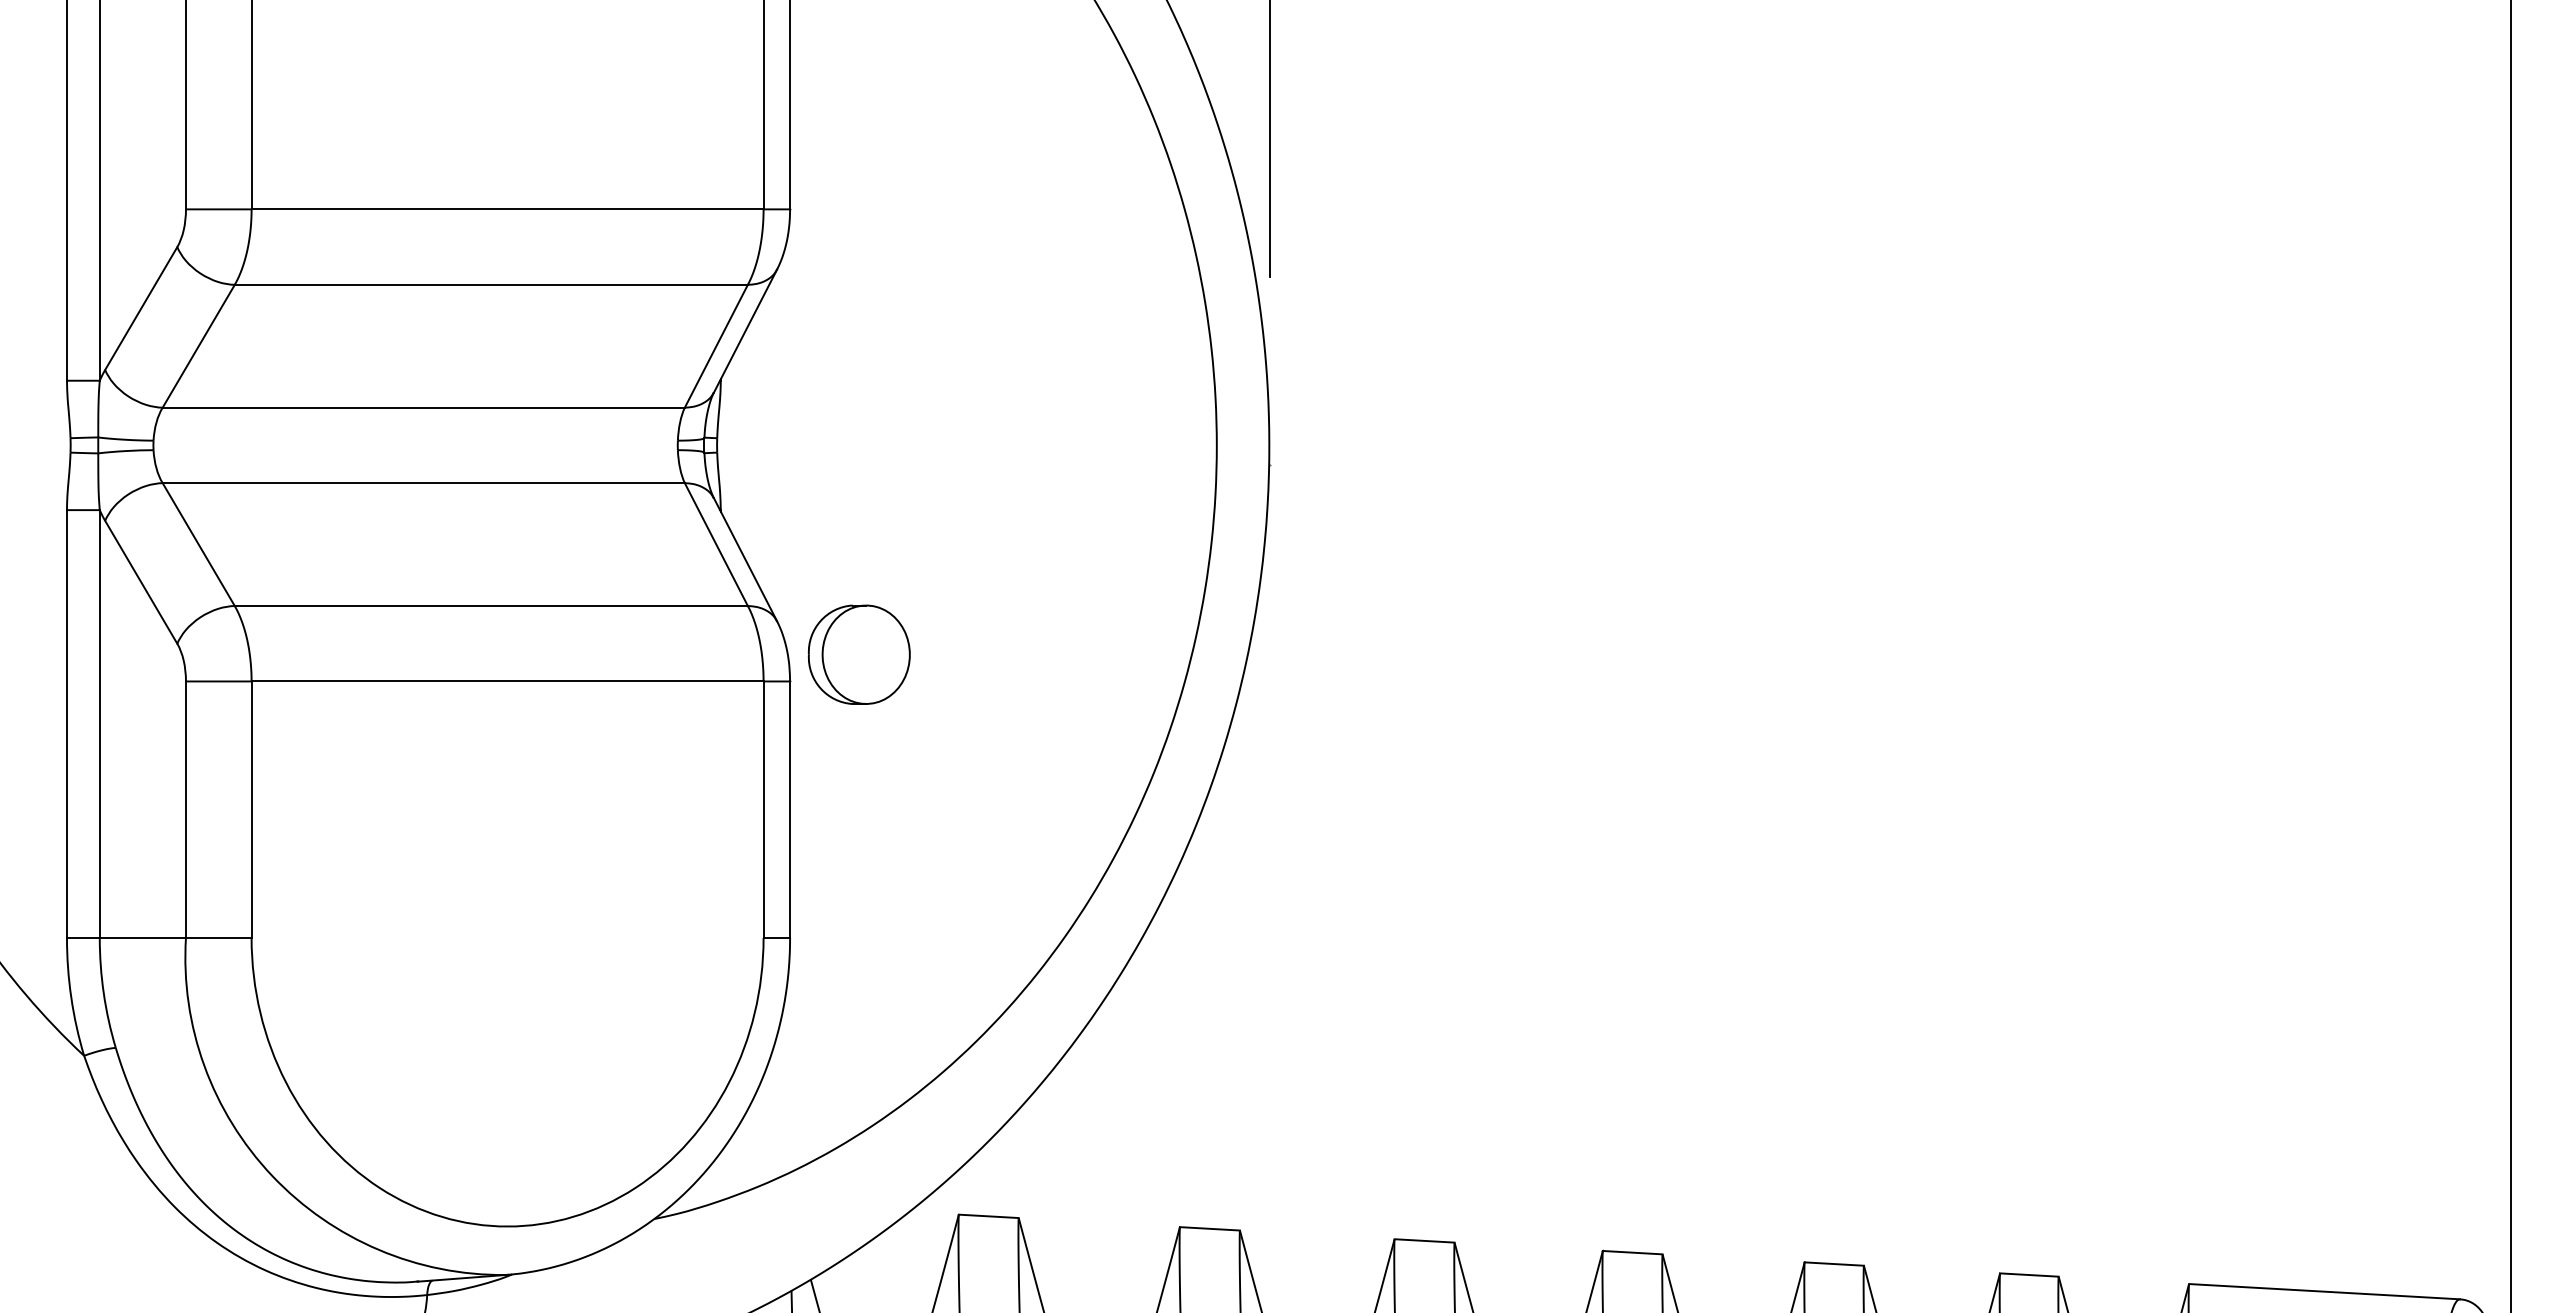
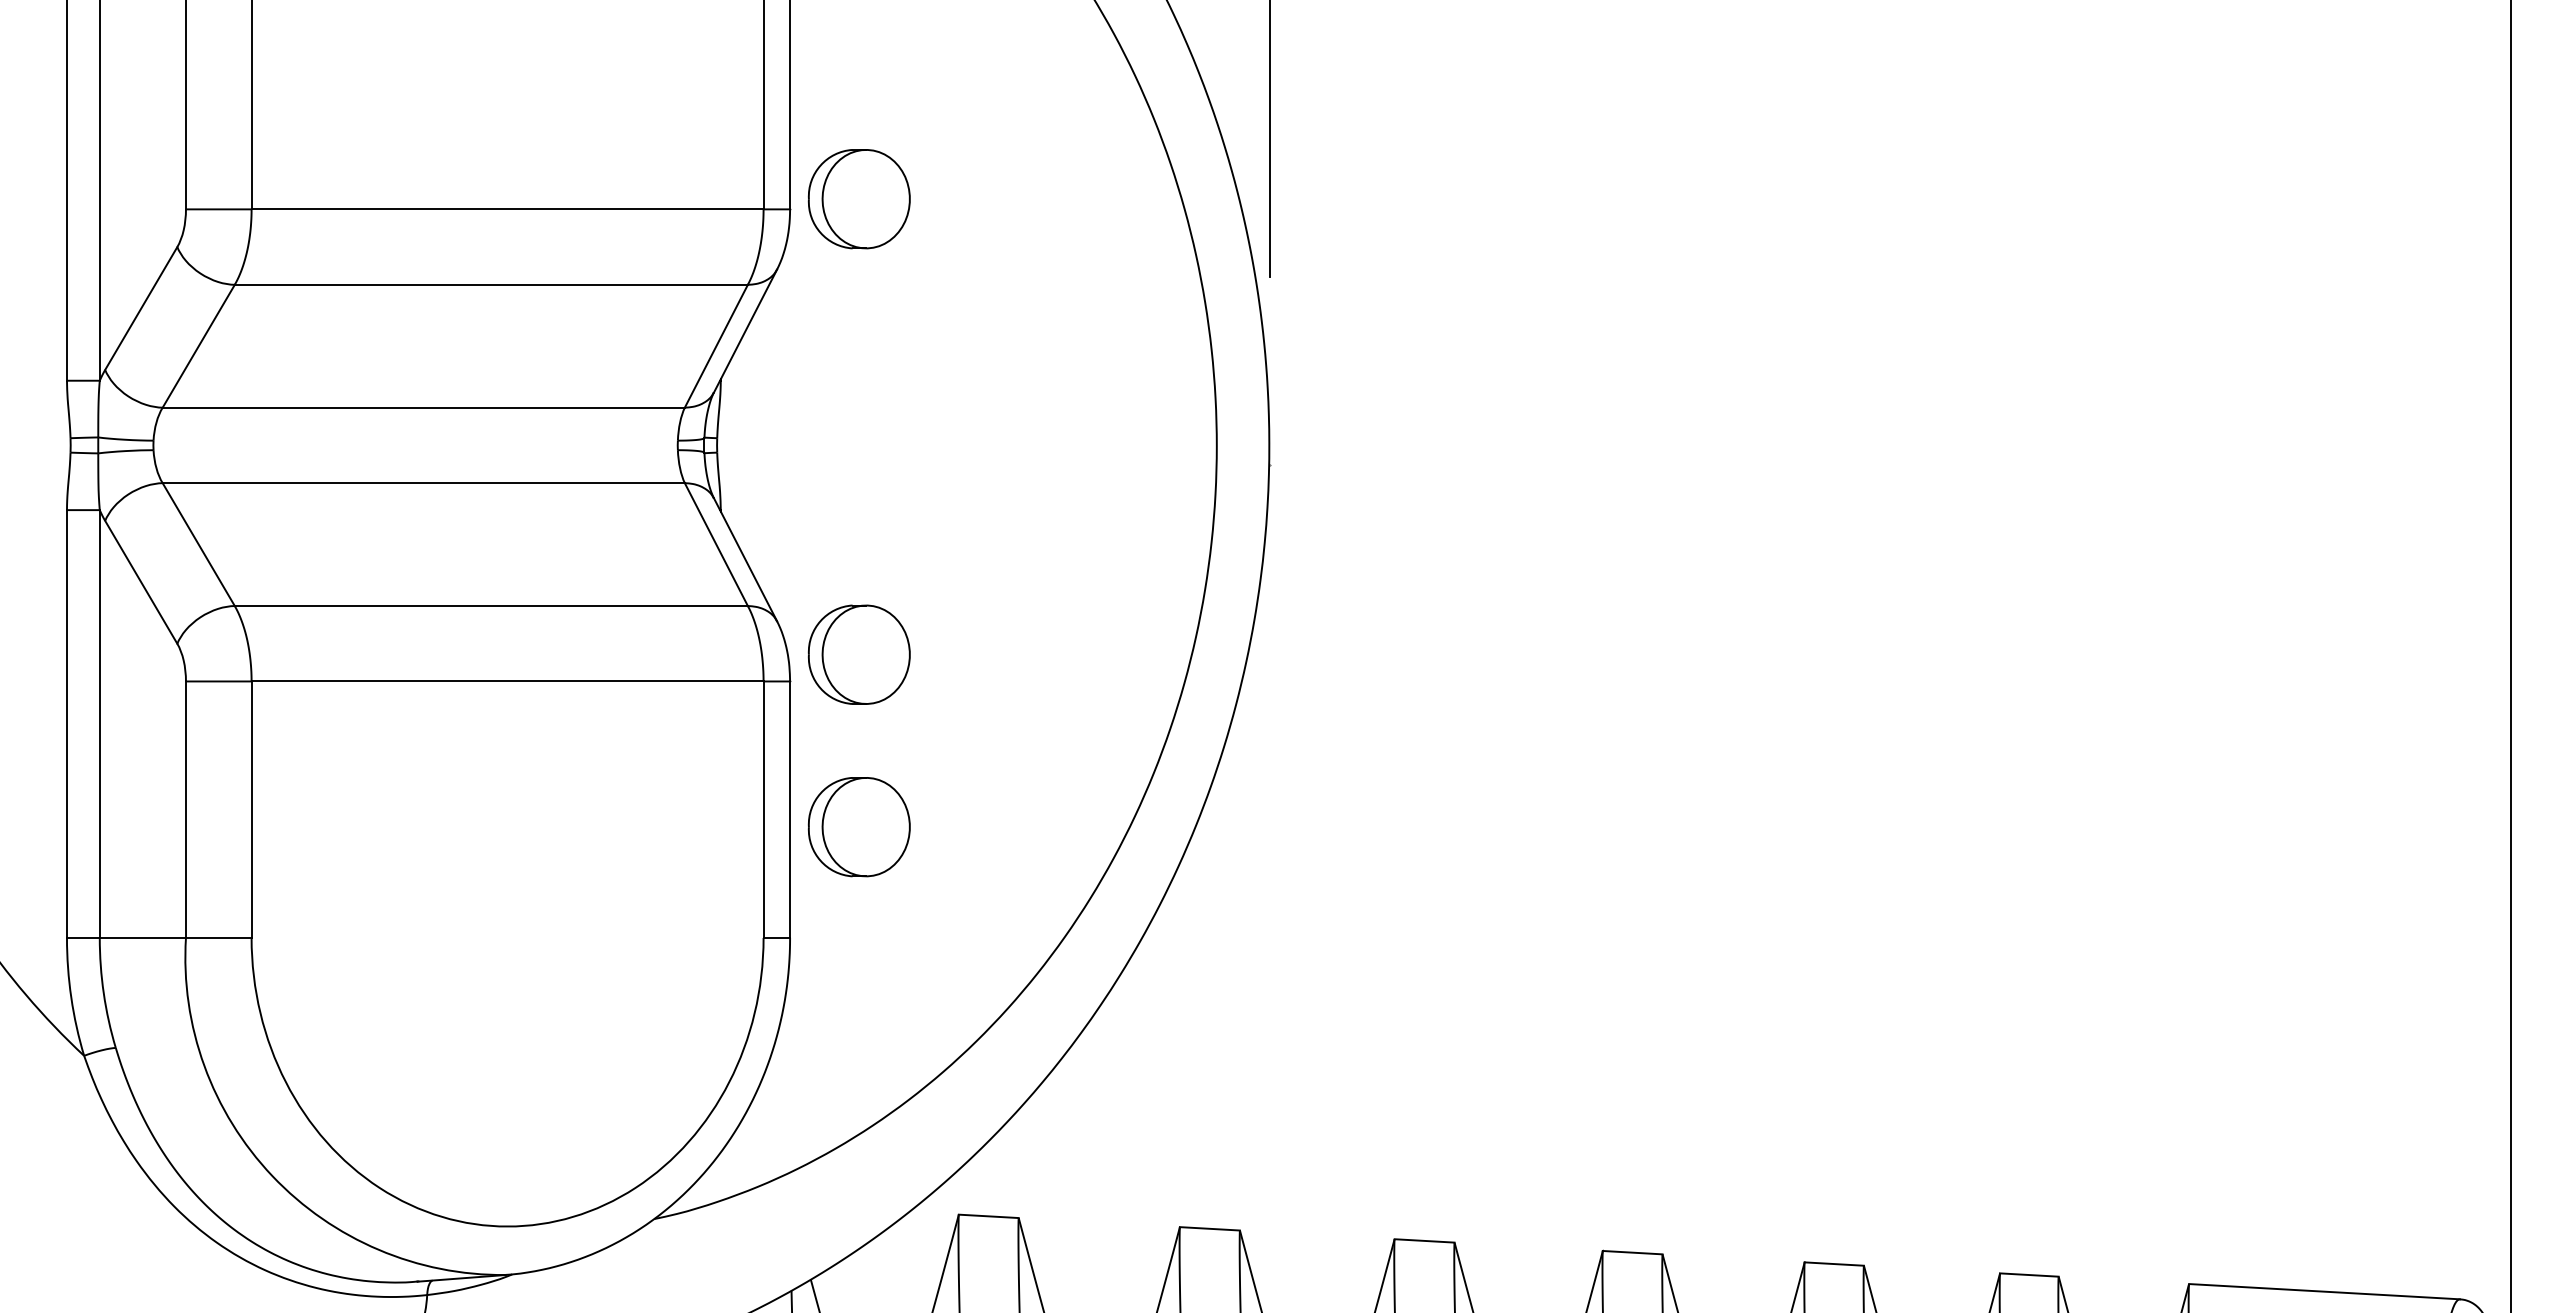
part at (858, 199): none -> present
part at (858, 827): none -> present
